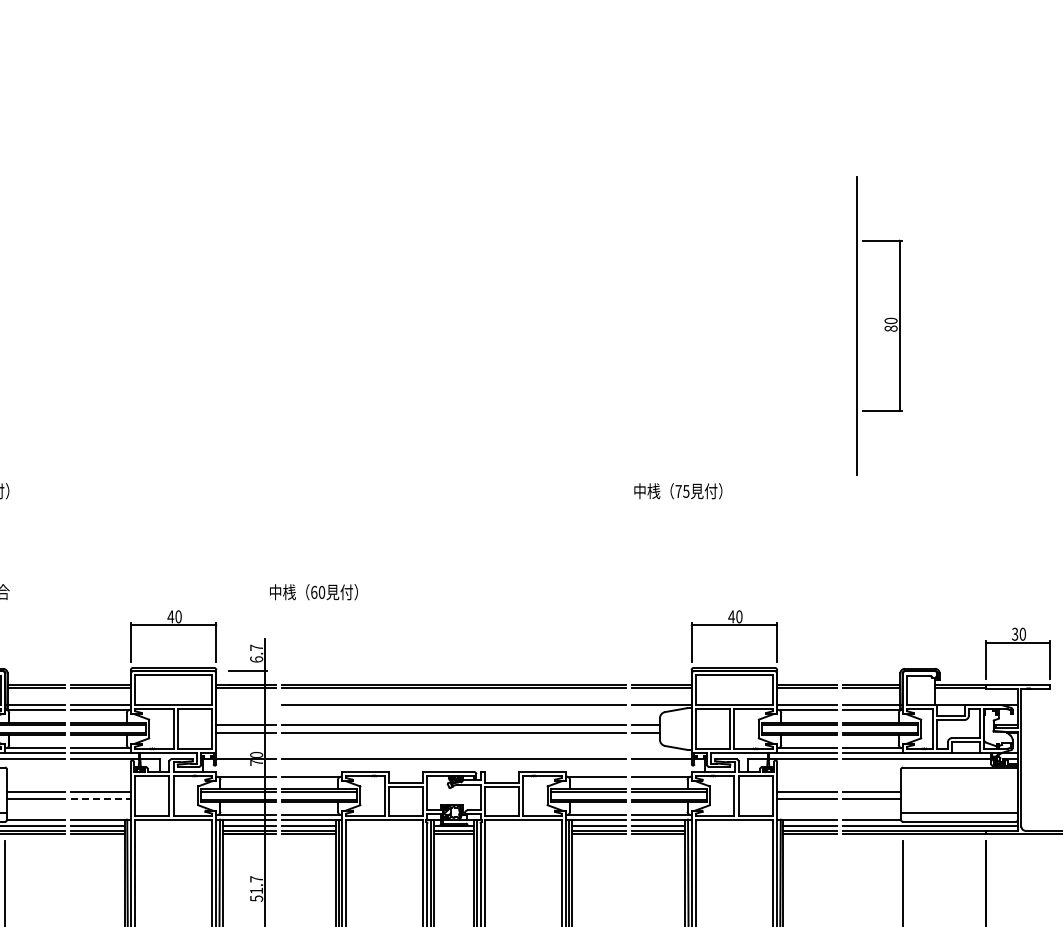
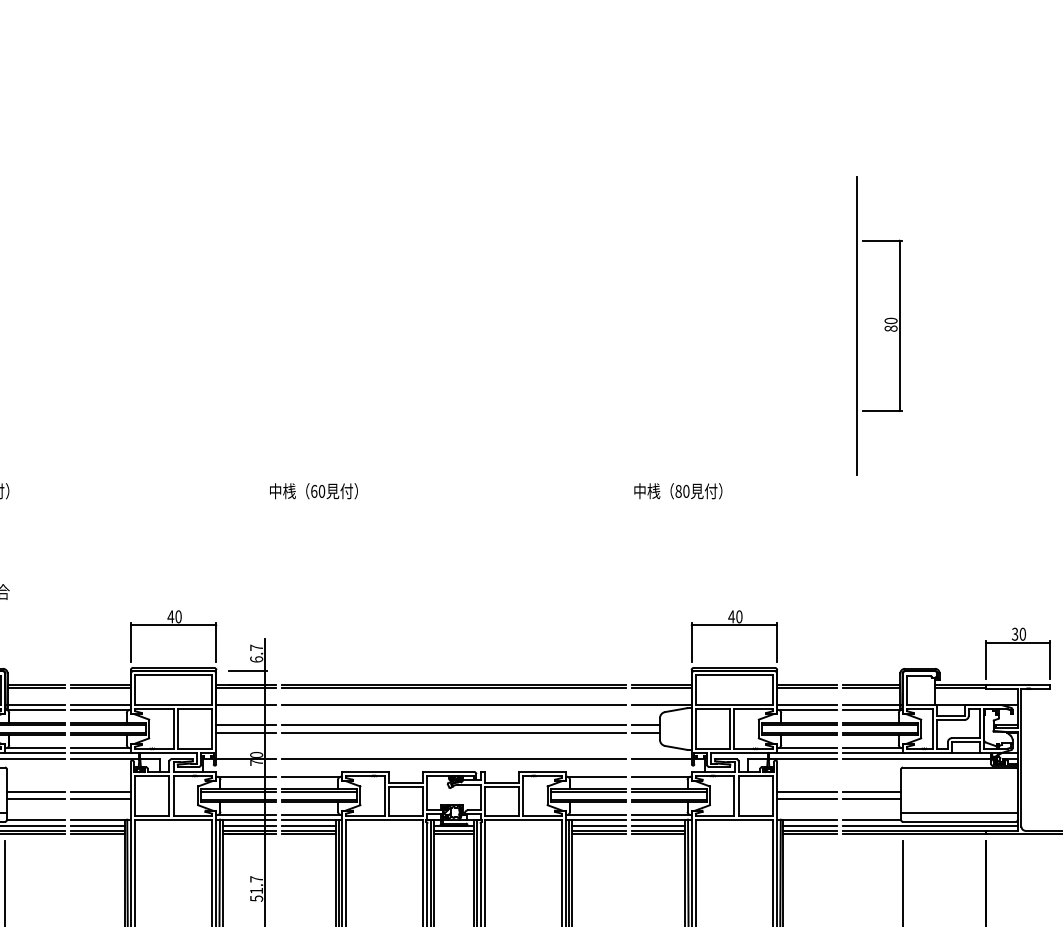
text at (682, 490): 75 -> 80
text at (313, 592) position: (313, 592) -> (313, 491)
line at (246, 705): none -> present
line at (101, 799): dashed -> solid
